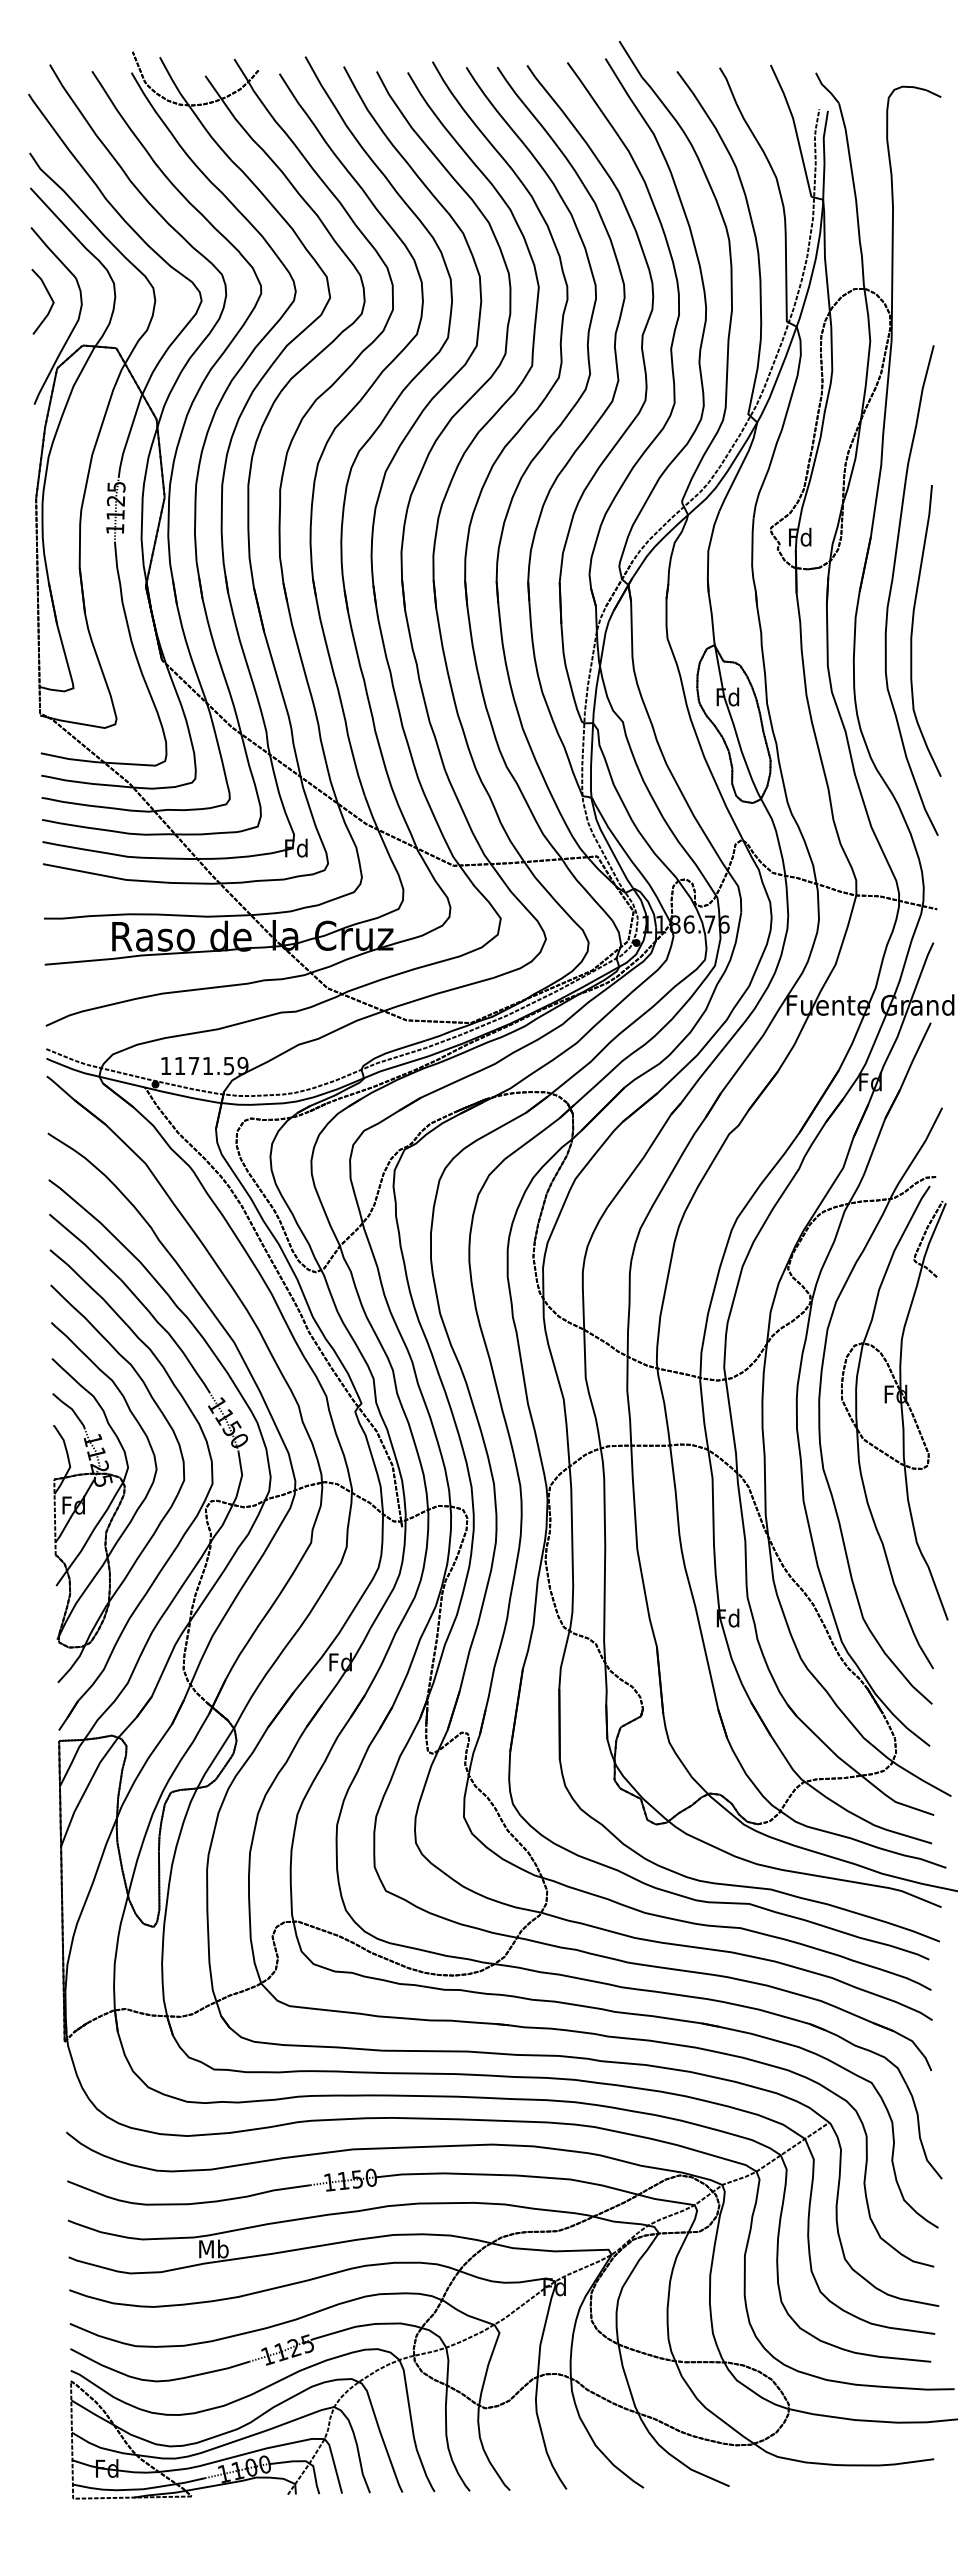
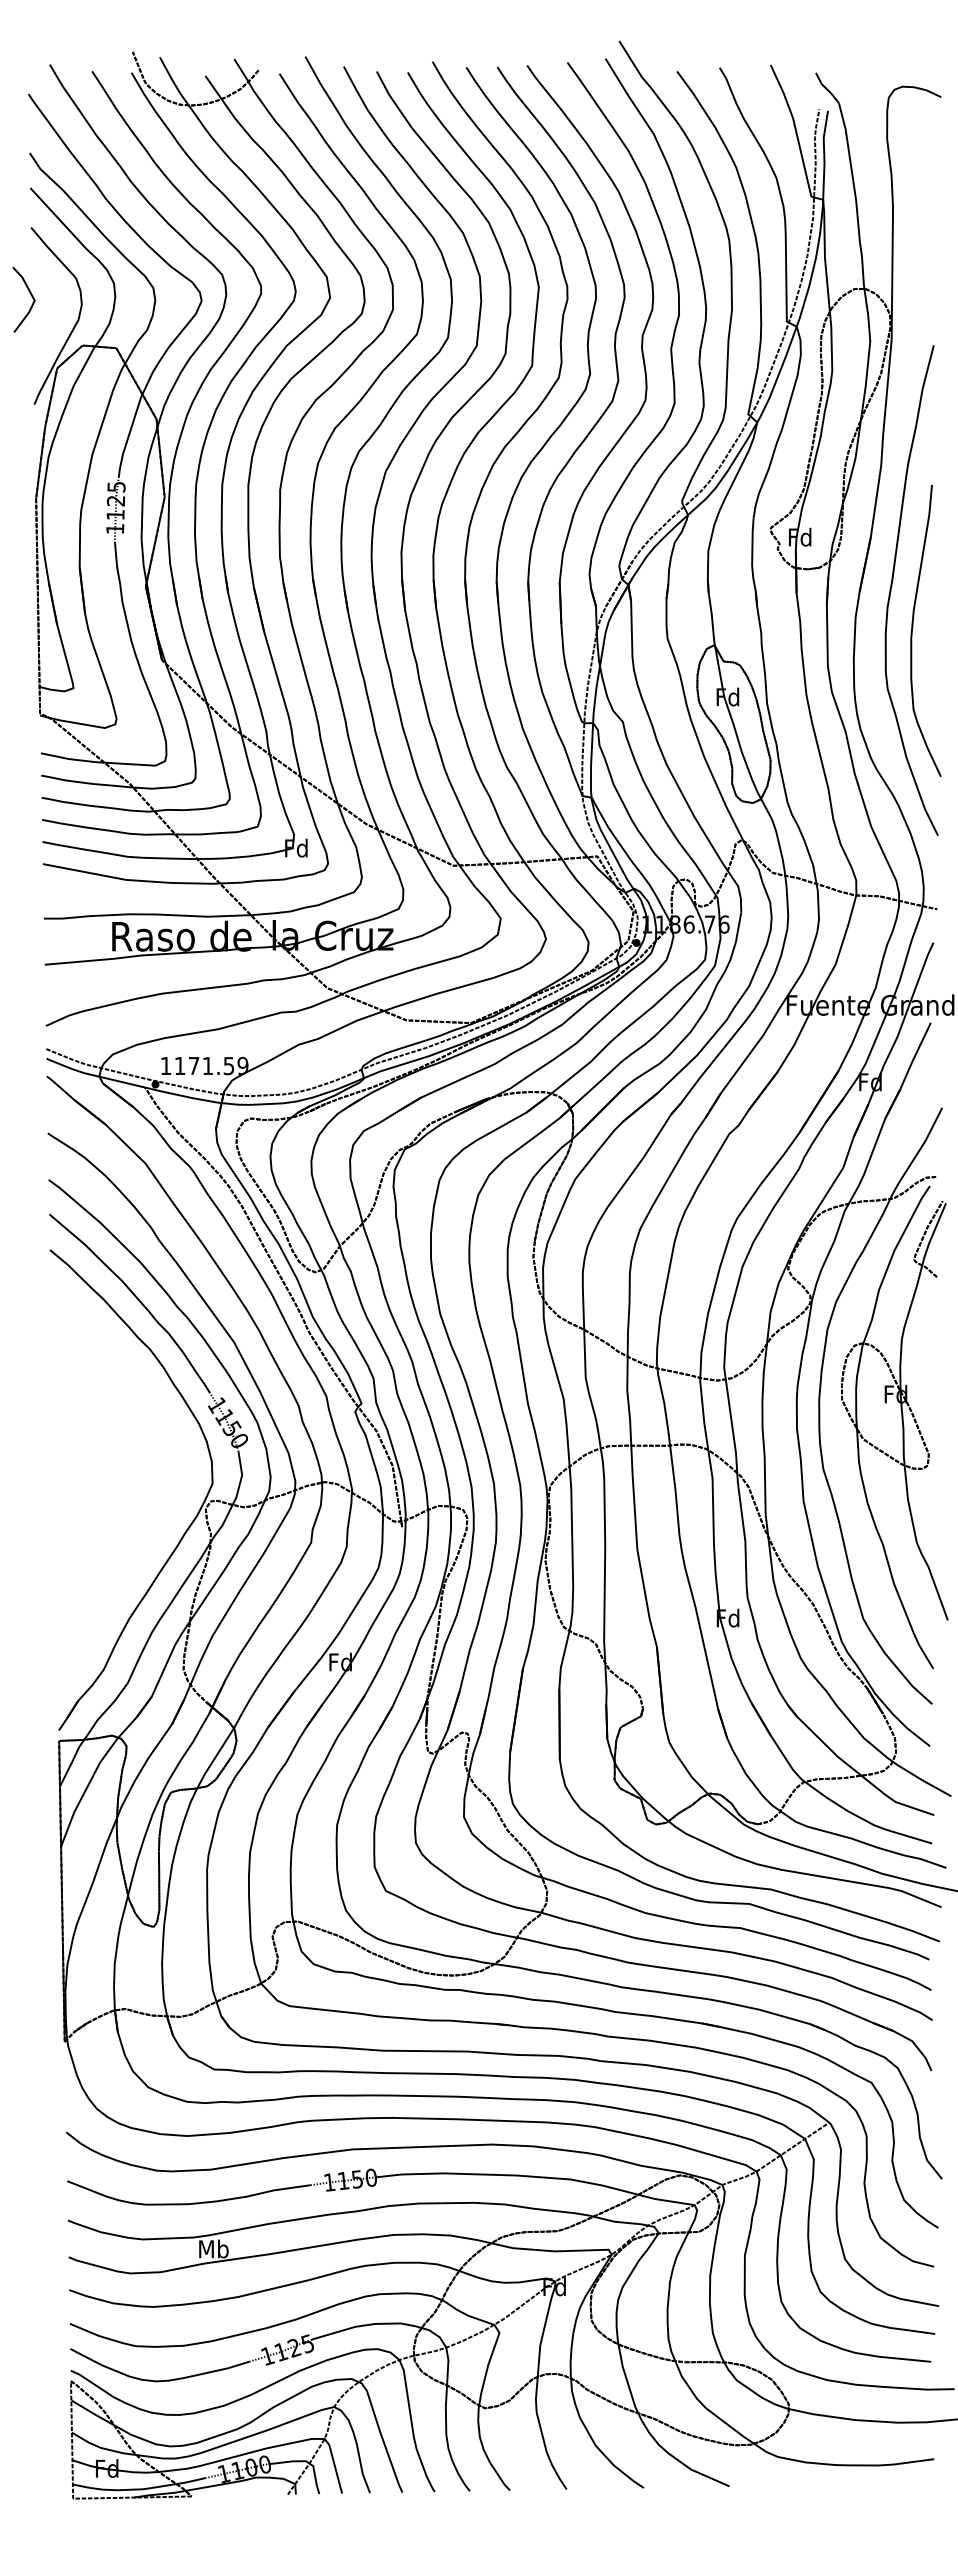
line at (48, 295) position: (48, 295) -> (29, 293)
part at (117, 1483): present -> none
